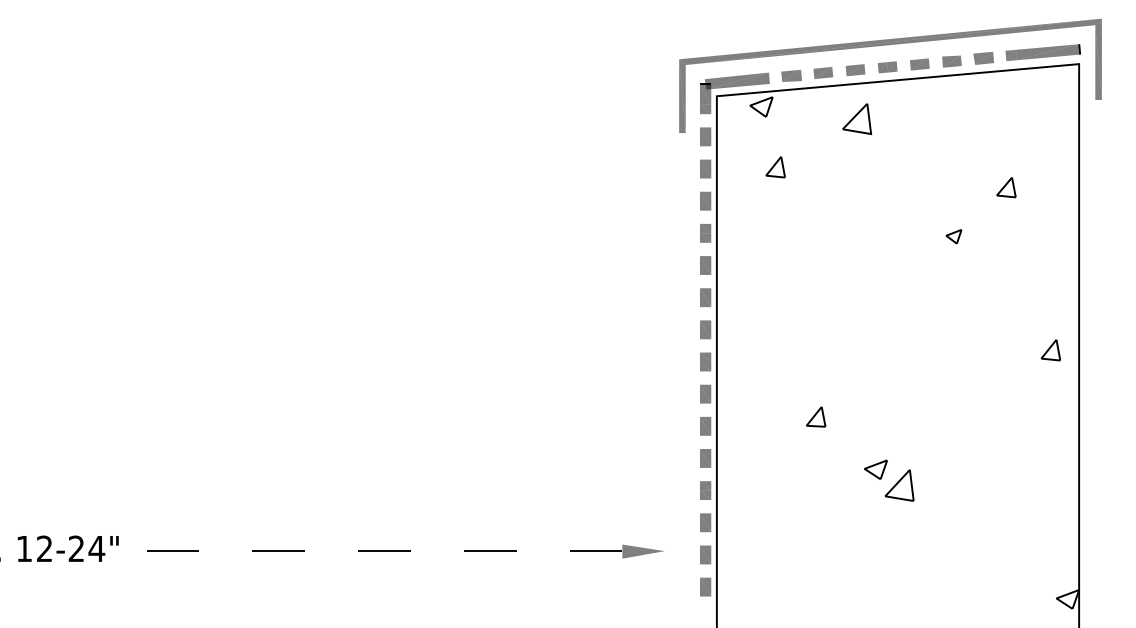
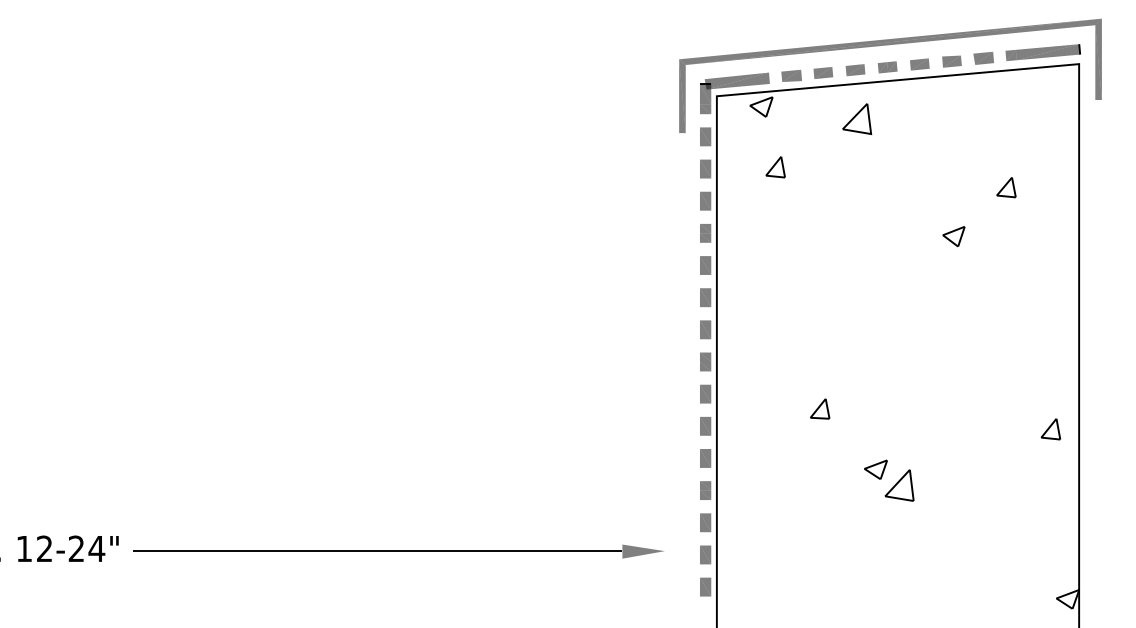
part at (953, 236) size: 18x16 px -> 24x22 px
part at (1050, 350) position: (1050, 350) -> (1050, 429)
part at (816, 416) position: (816, 416) -> (820, 408)
line at (377, 551): dashed -> solid
